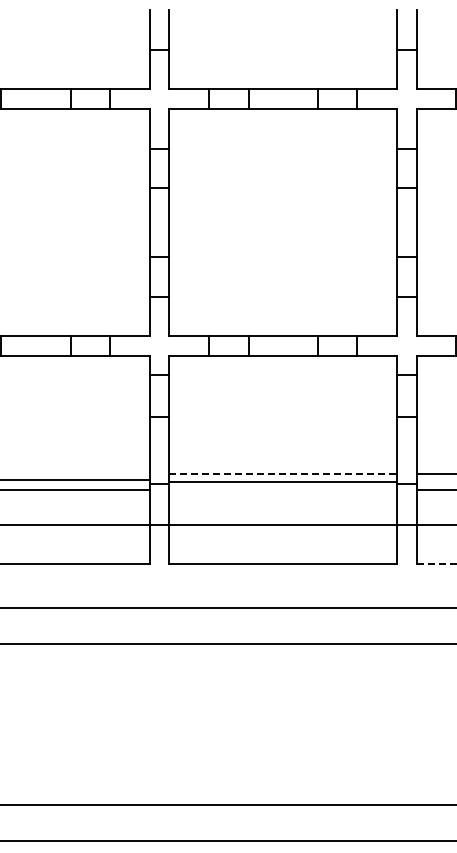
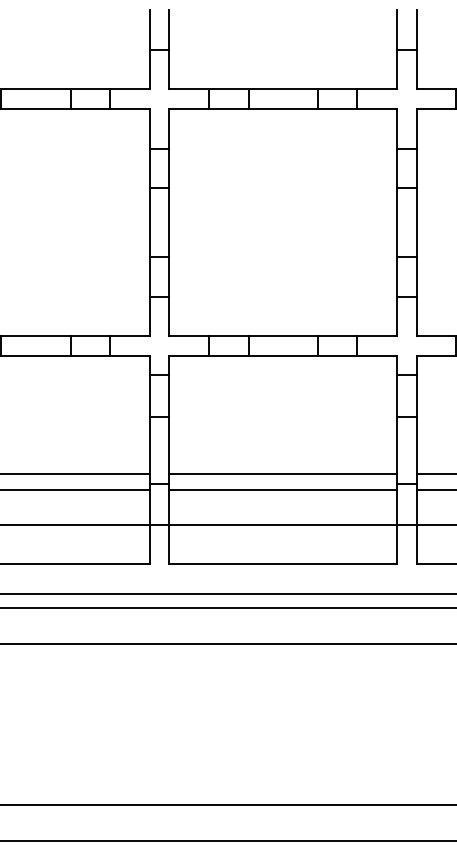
line at (283, 474): dashed -> solid
line at (75, 480) position: (75, 480) -> (75, 474)
line at (282, 481) position: (282, 481) -> (282, 489)
line at (436, 563): dashed -> solid
line at (227, 593): none -> present
